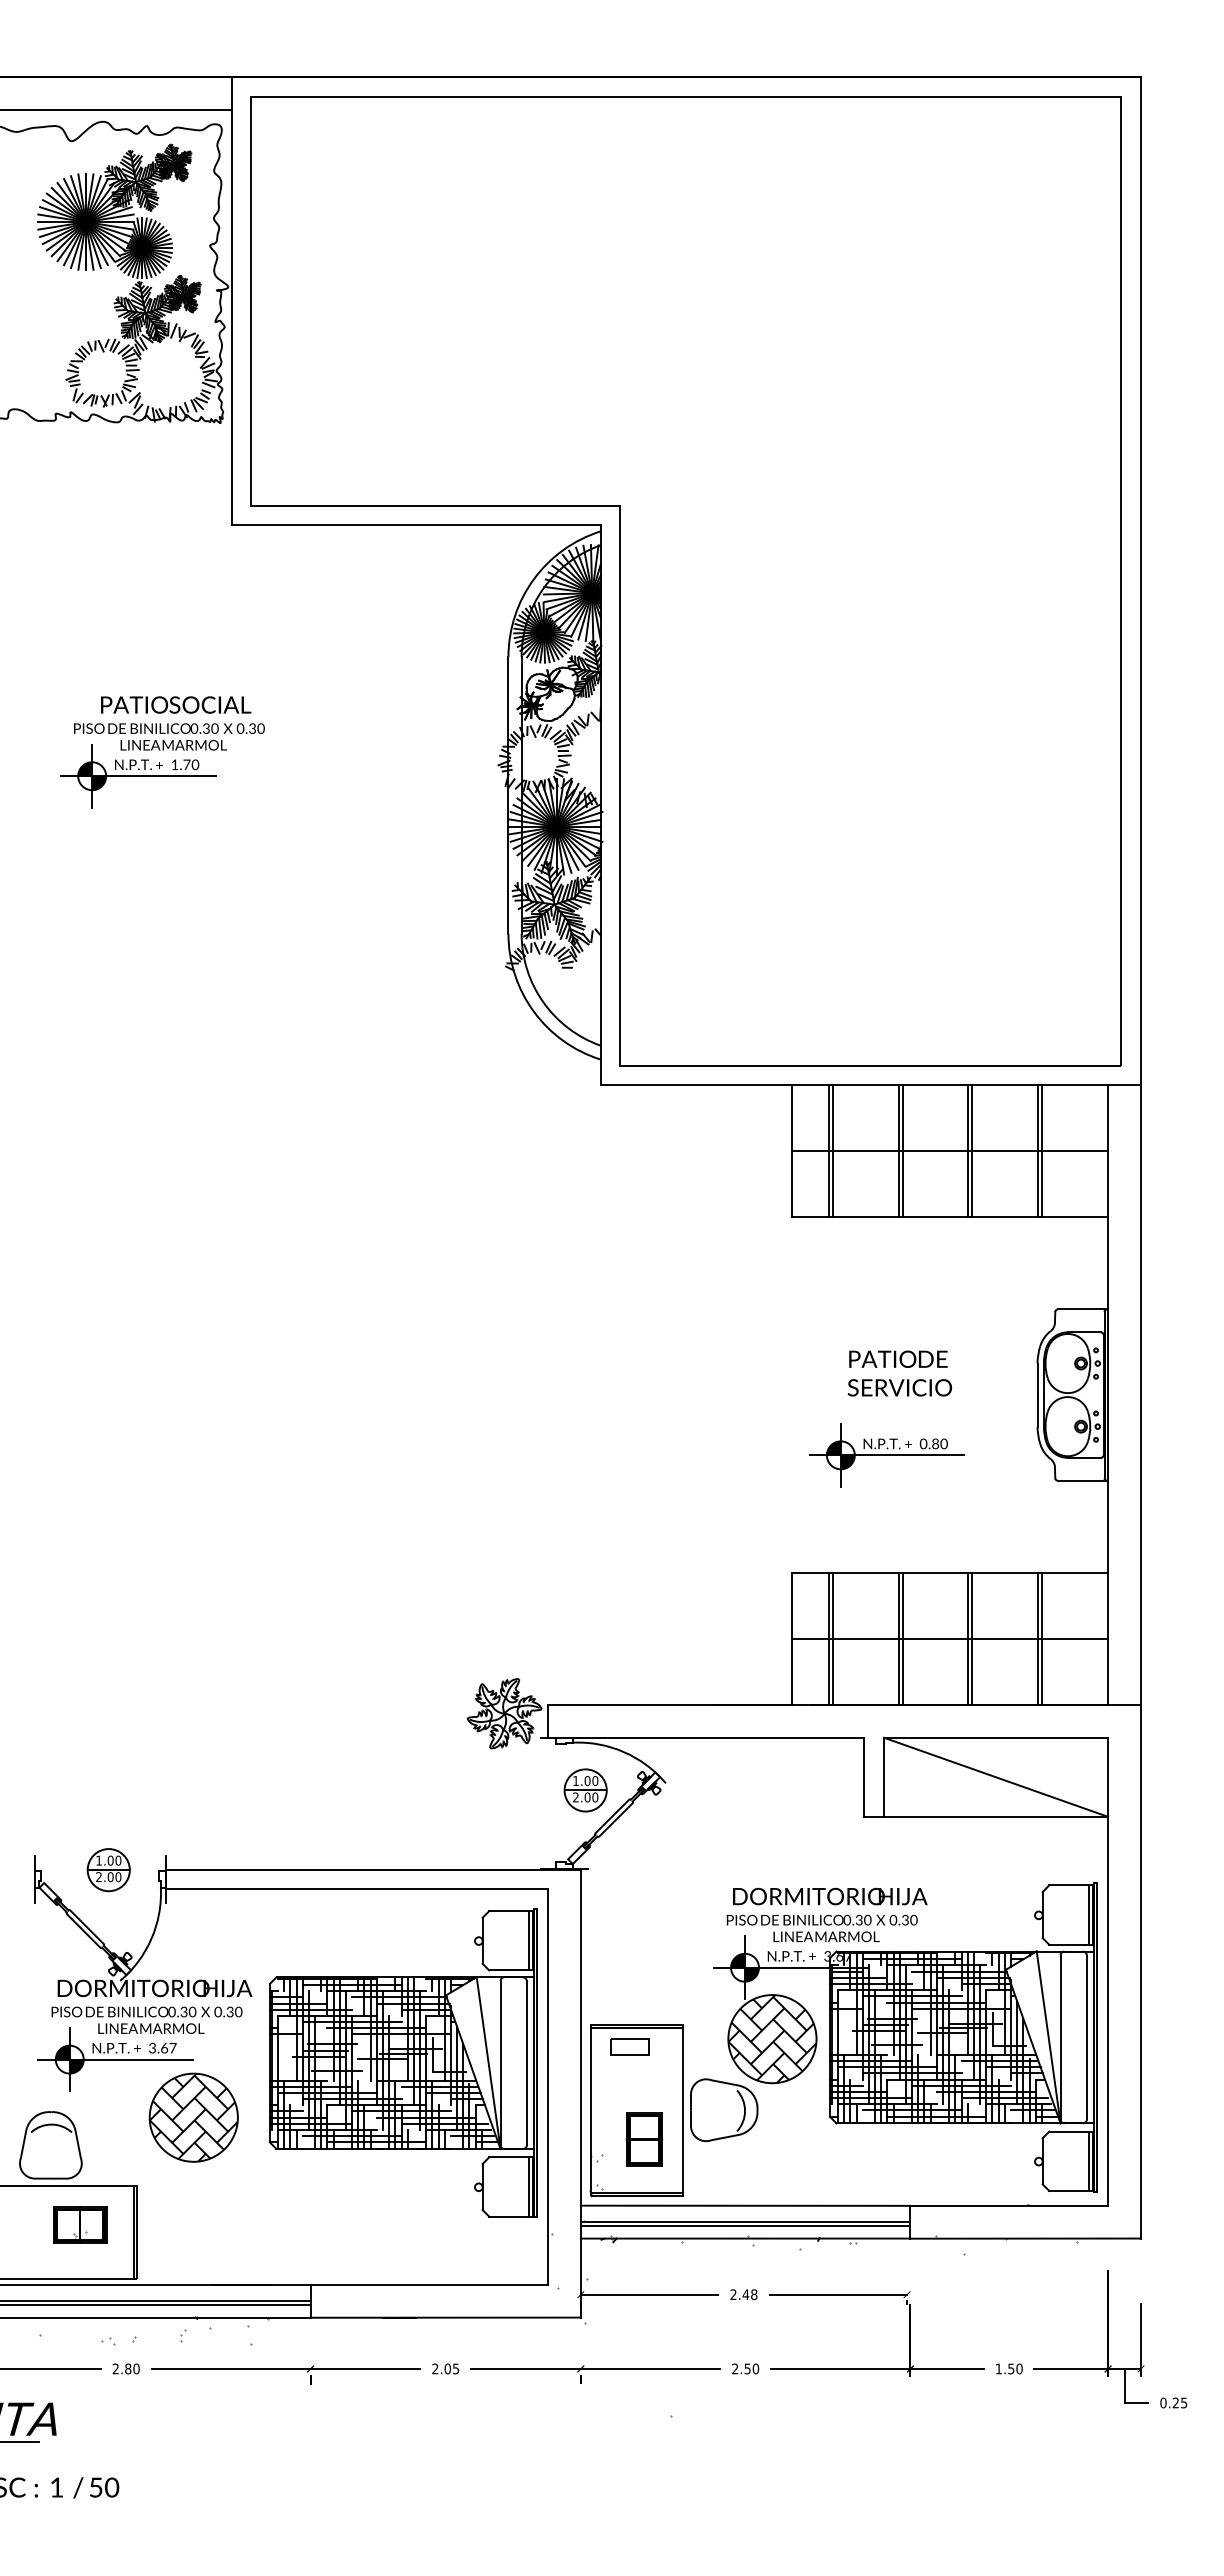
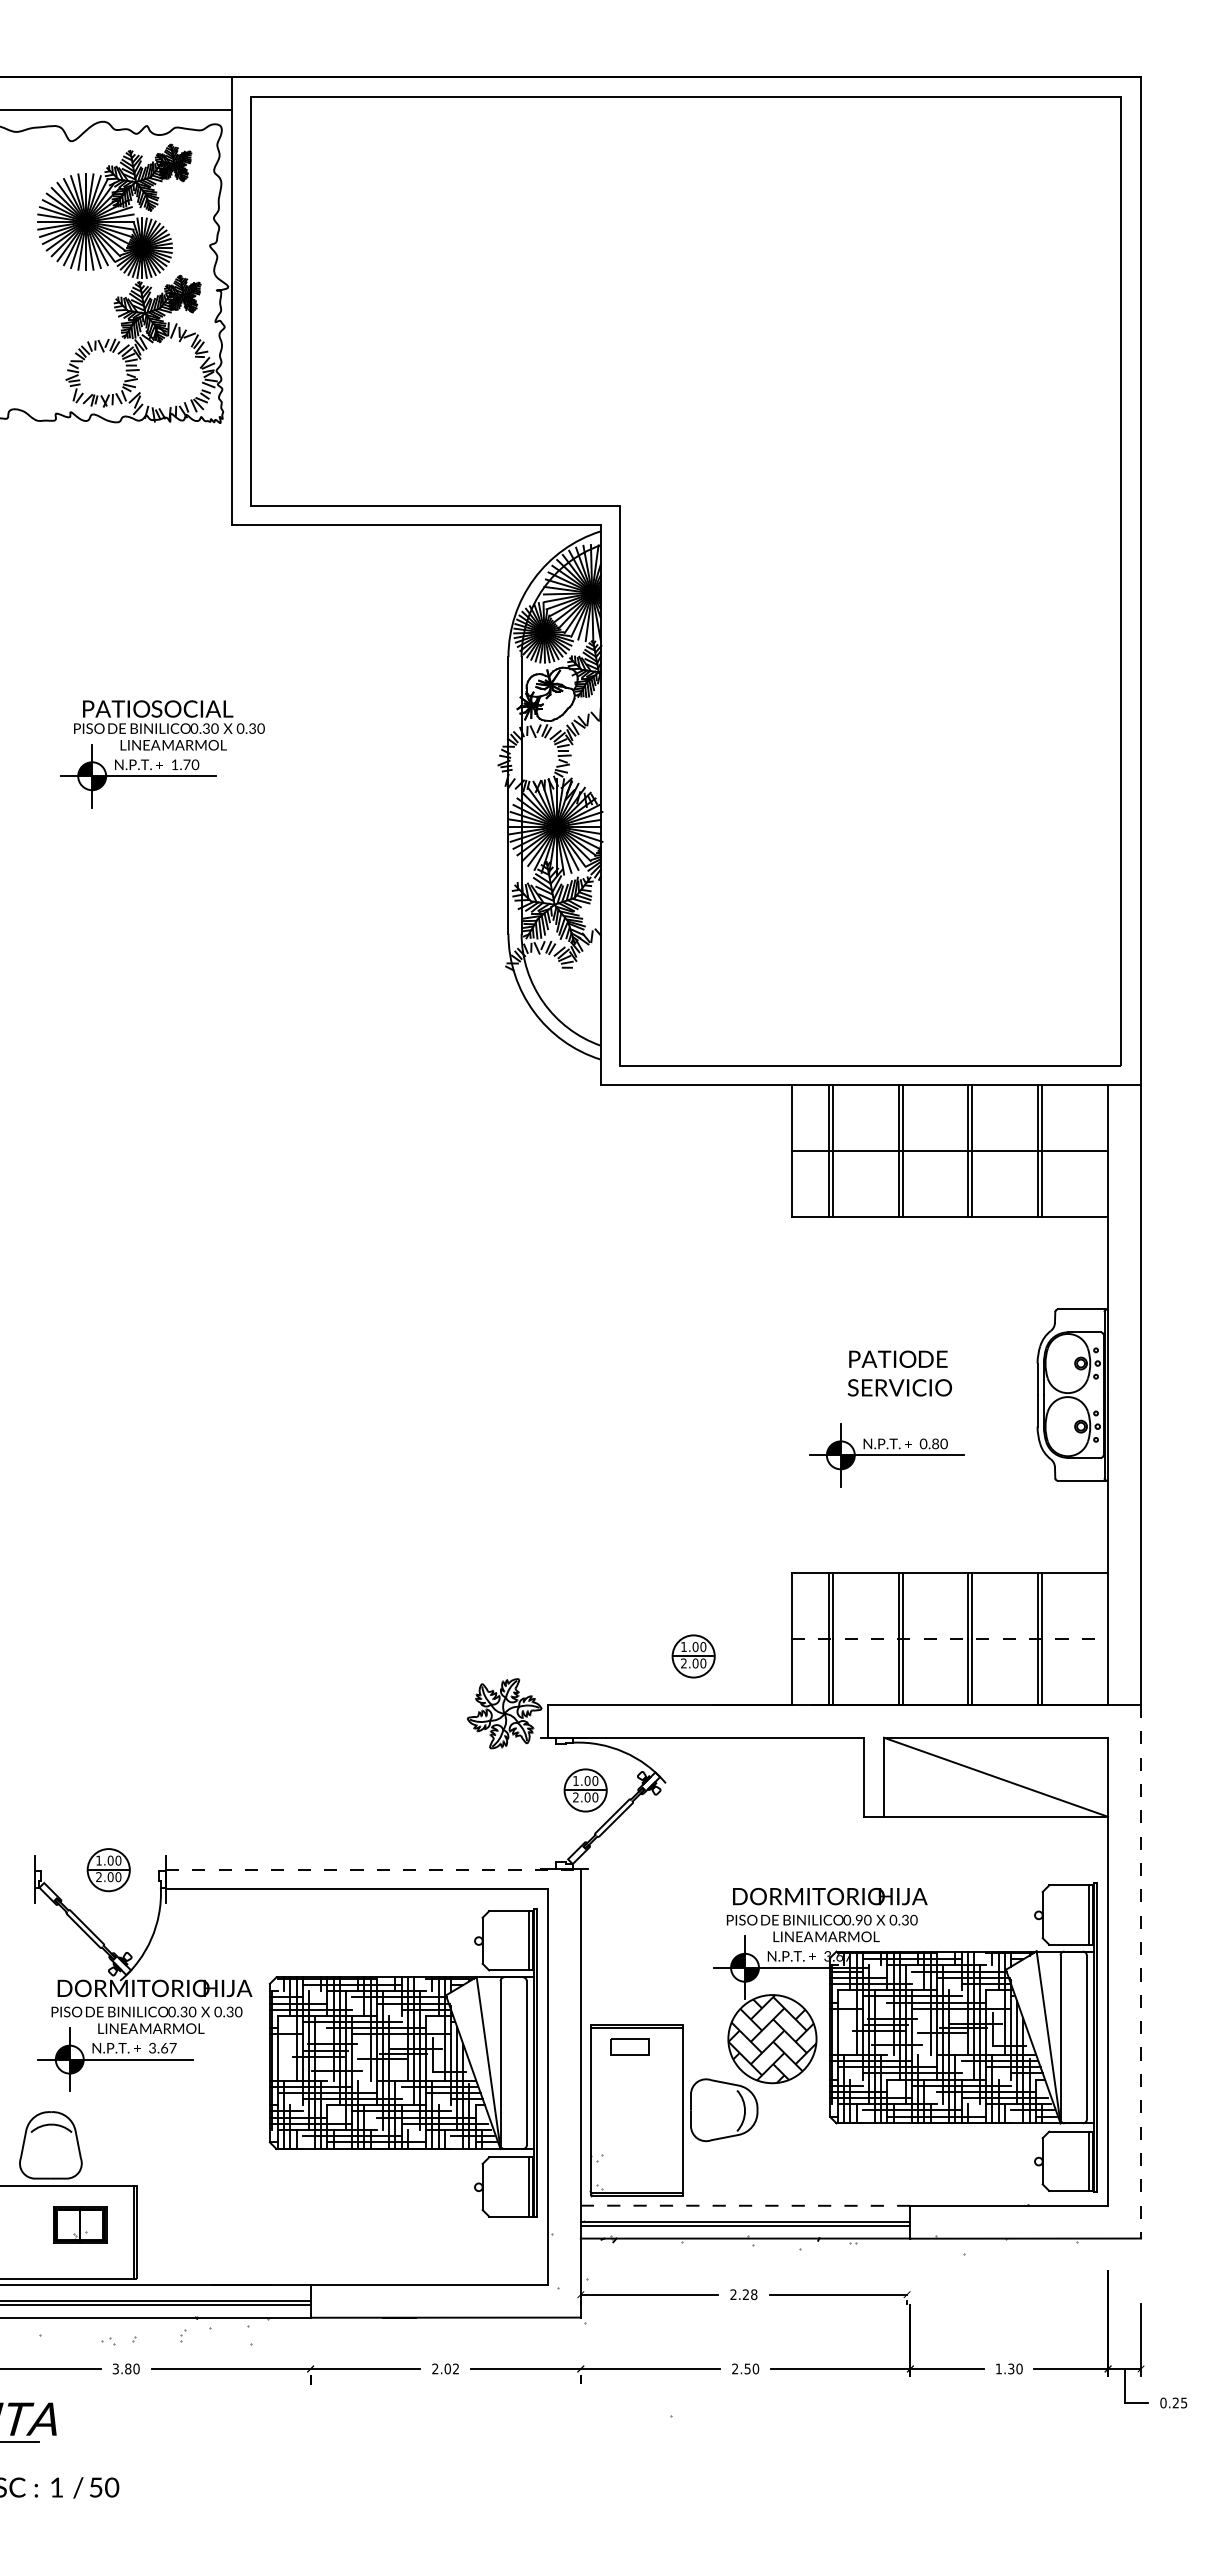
text at (176, 704) position: (176, 704) -> (158, 708)
line at (950, 1639): solid -> dashed
part at (693, 1656): none -> present
line at (373, 1869): solid -> dashed
text at (858, 1920): 0.30 -> 0.90
line at (1141, 1971): solid -> dashed
part at (193, 2117): present -> none
part at (643, 2139): present -> none
line at (745, 2205): solid -> dashed
text at (745, 2294): 2.48 -> 2.28
text at (455, 2368): 2.05 -> 2.02
text at (1011, 2368): 1.50 -> 1.30
text at (115, 2369): 2.80 -> 3.80
